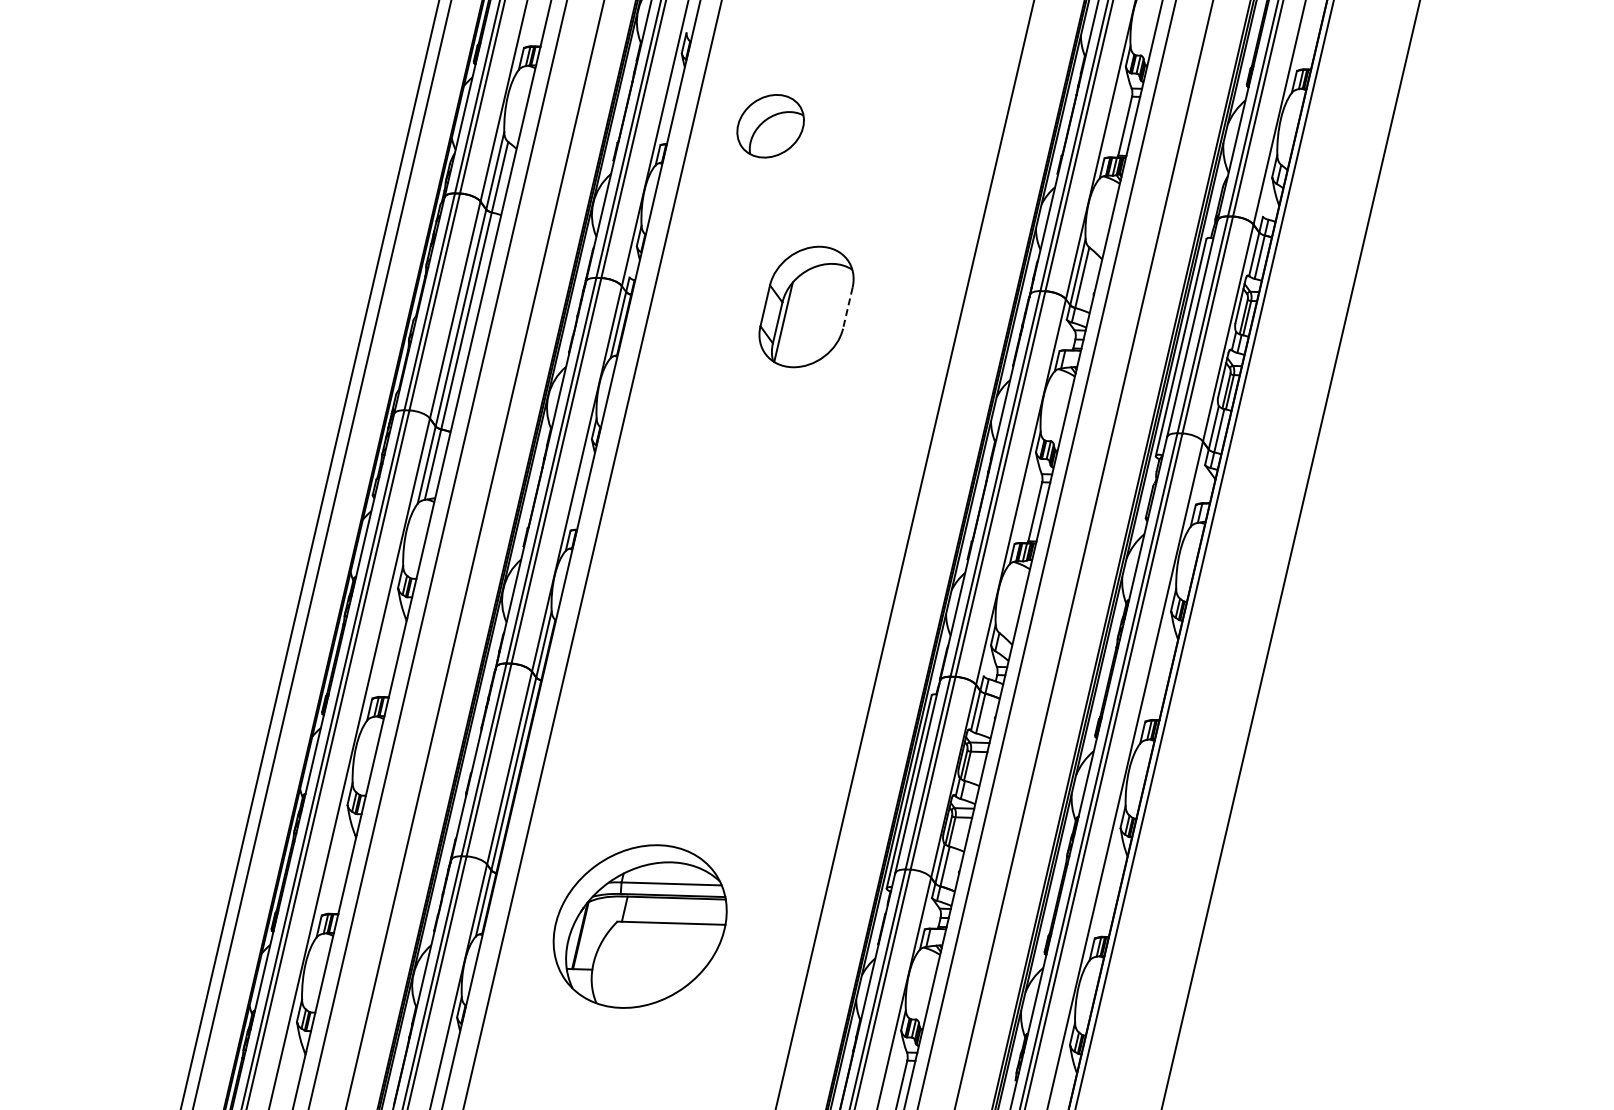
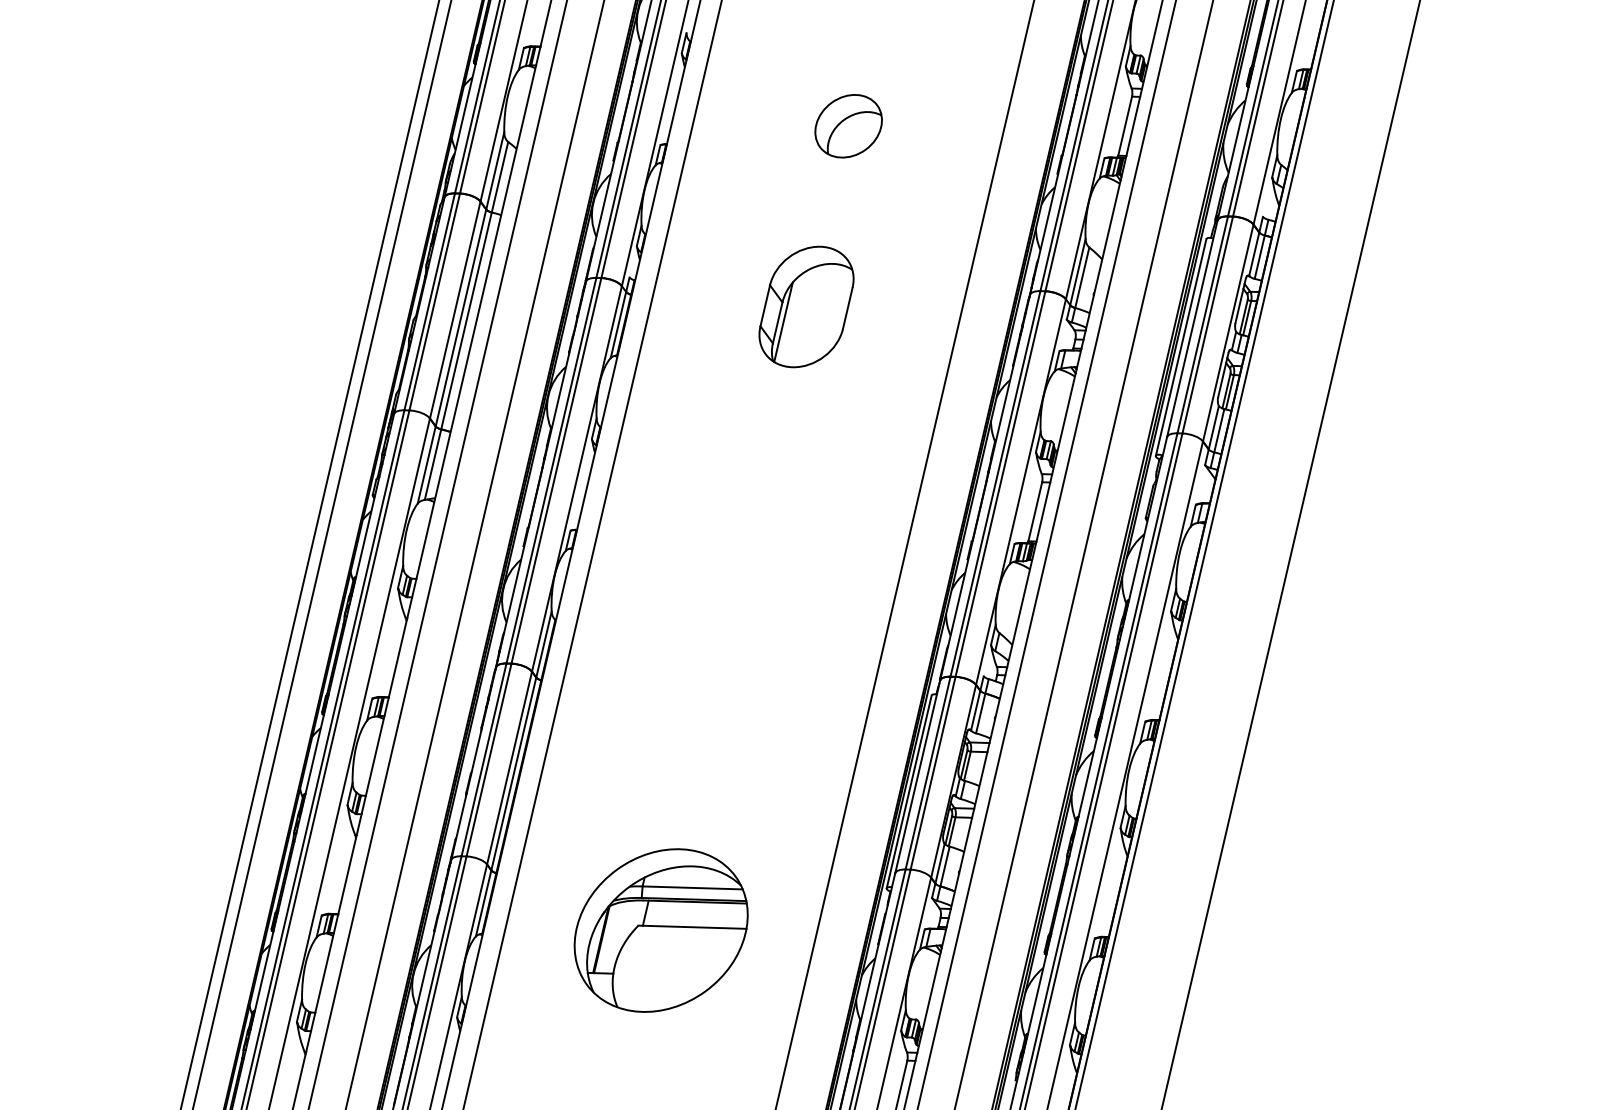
part at (770, 126) position: (770, 126) -> (848, 126)
line at (847, 308): dashed -> solid
part at (639, 926) position: (639, 926) -> (660, 930)
